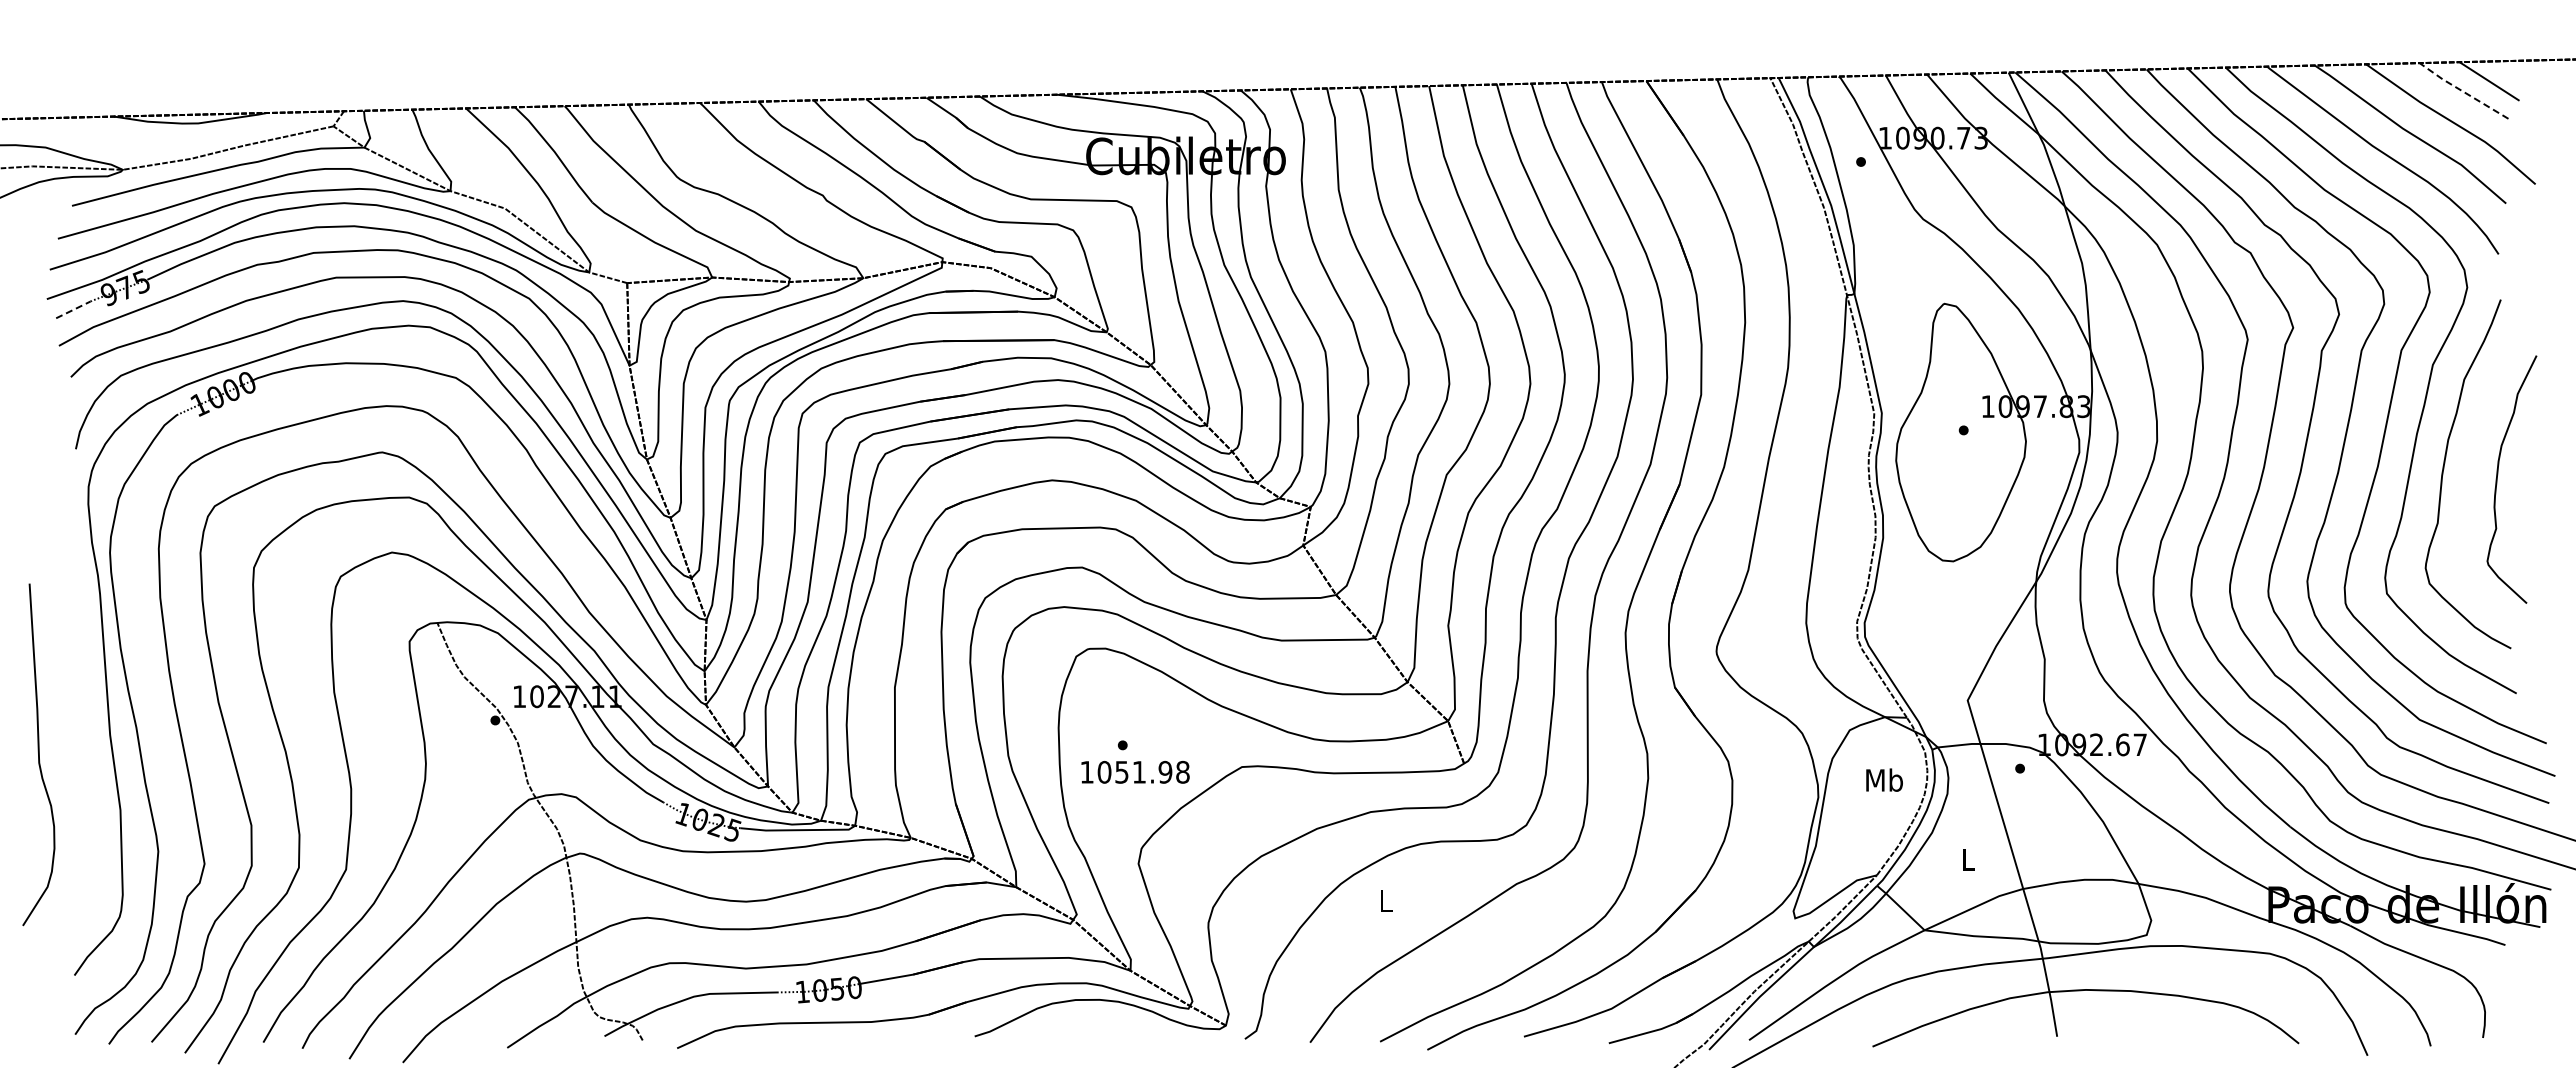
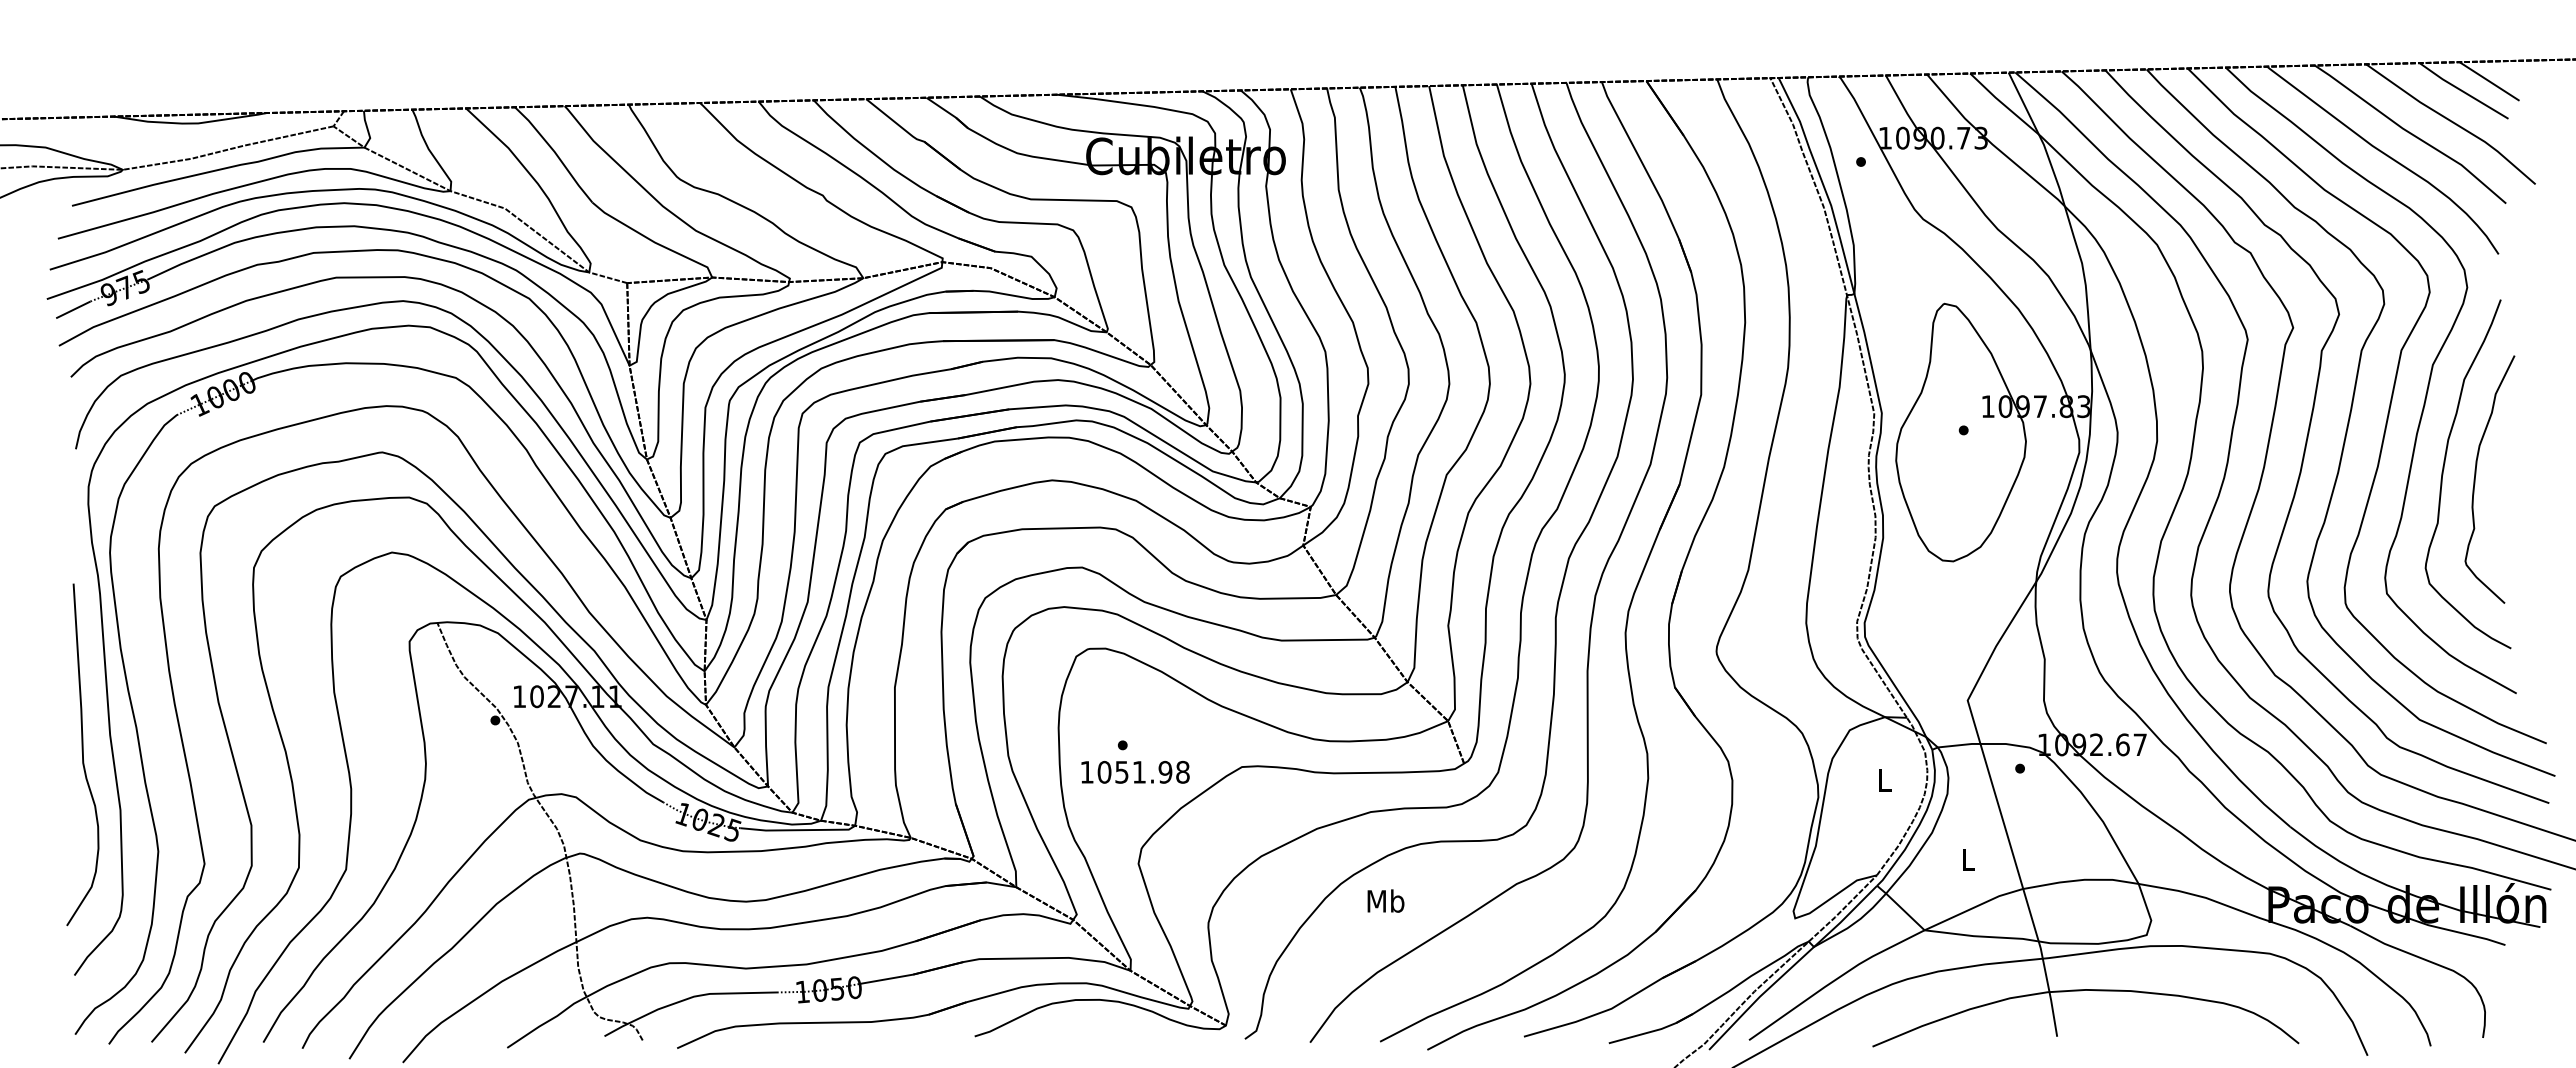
line at (2462, 91): dashed -> solid
line at (73, 309): dashed -> solid
curve at (2498, 474) position: (2498, 474) -> (2476, 474)
curve at (38, 754) position: (38, 754) -> (82, 754)
text at (1884, 779): Mb -> L
text at (1385, 900): L -> Mb
